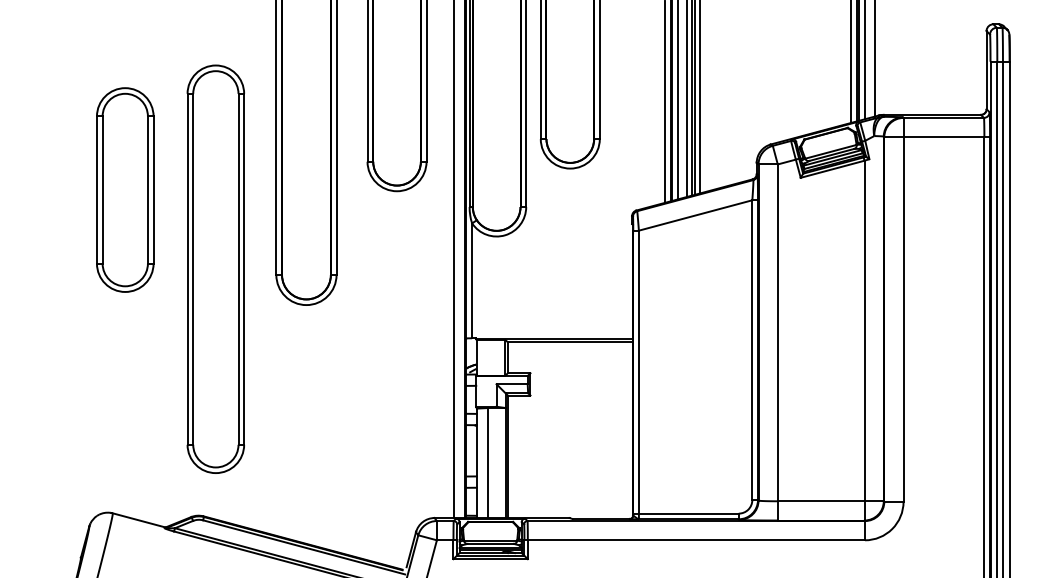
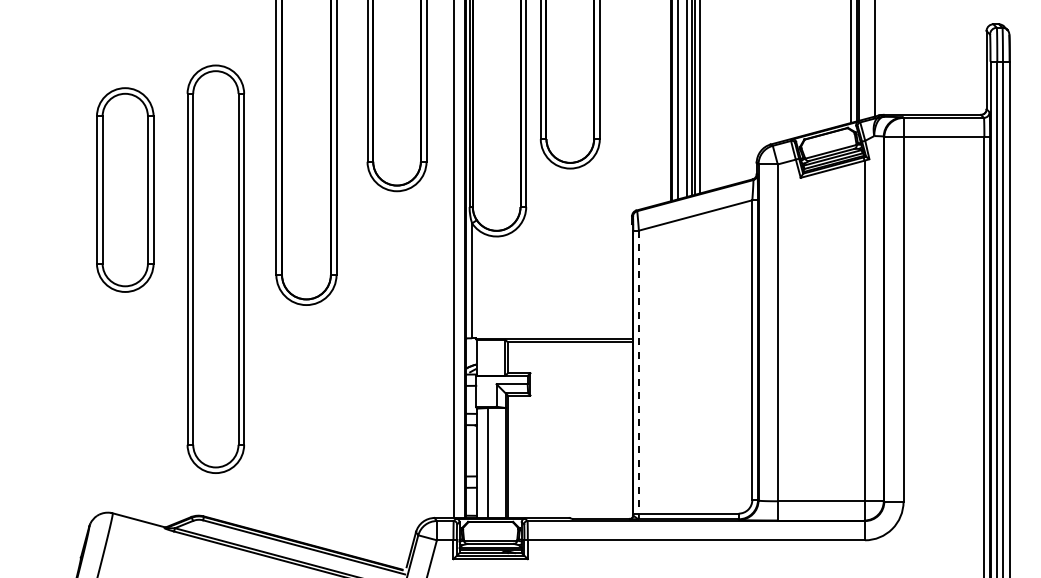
line at (864, 60): present -> none
line at (665, 102): present -> none
line at (638, 372): solid -> dashed
